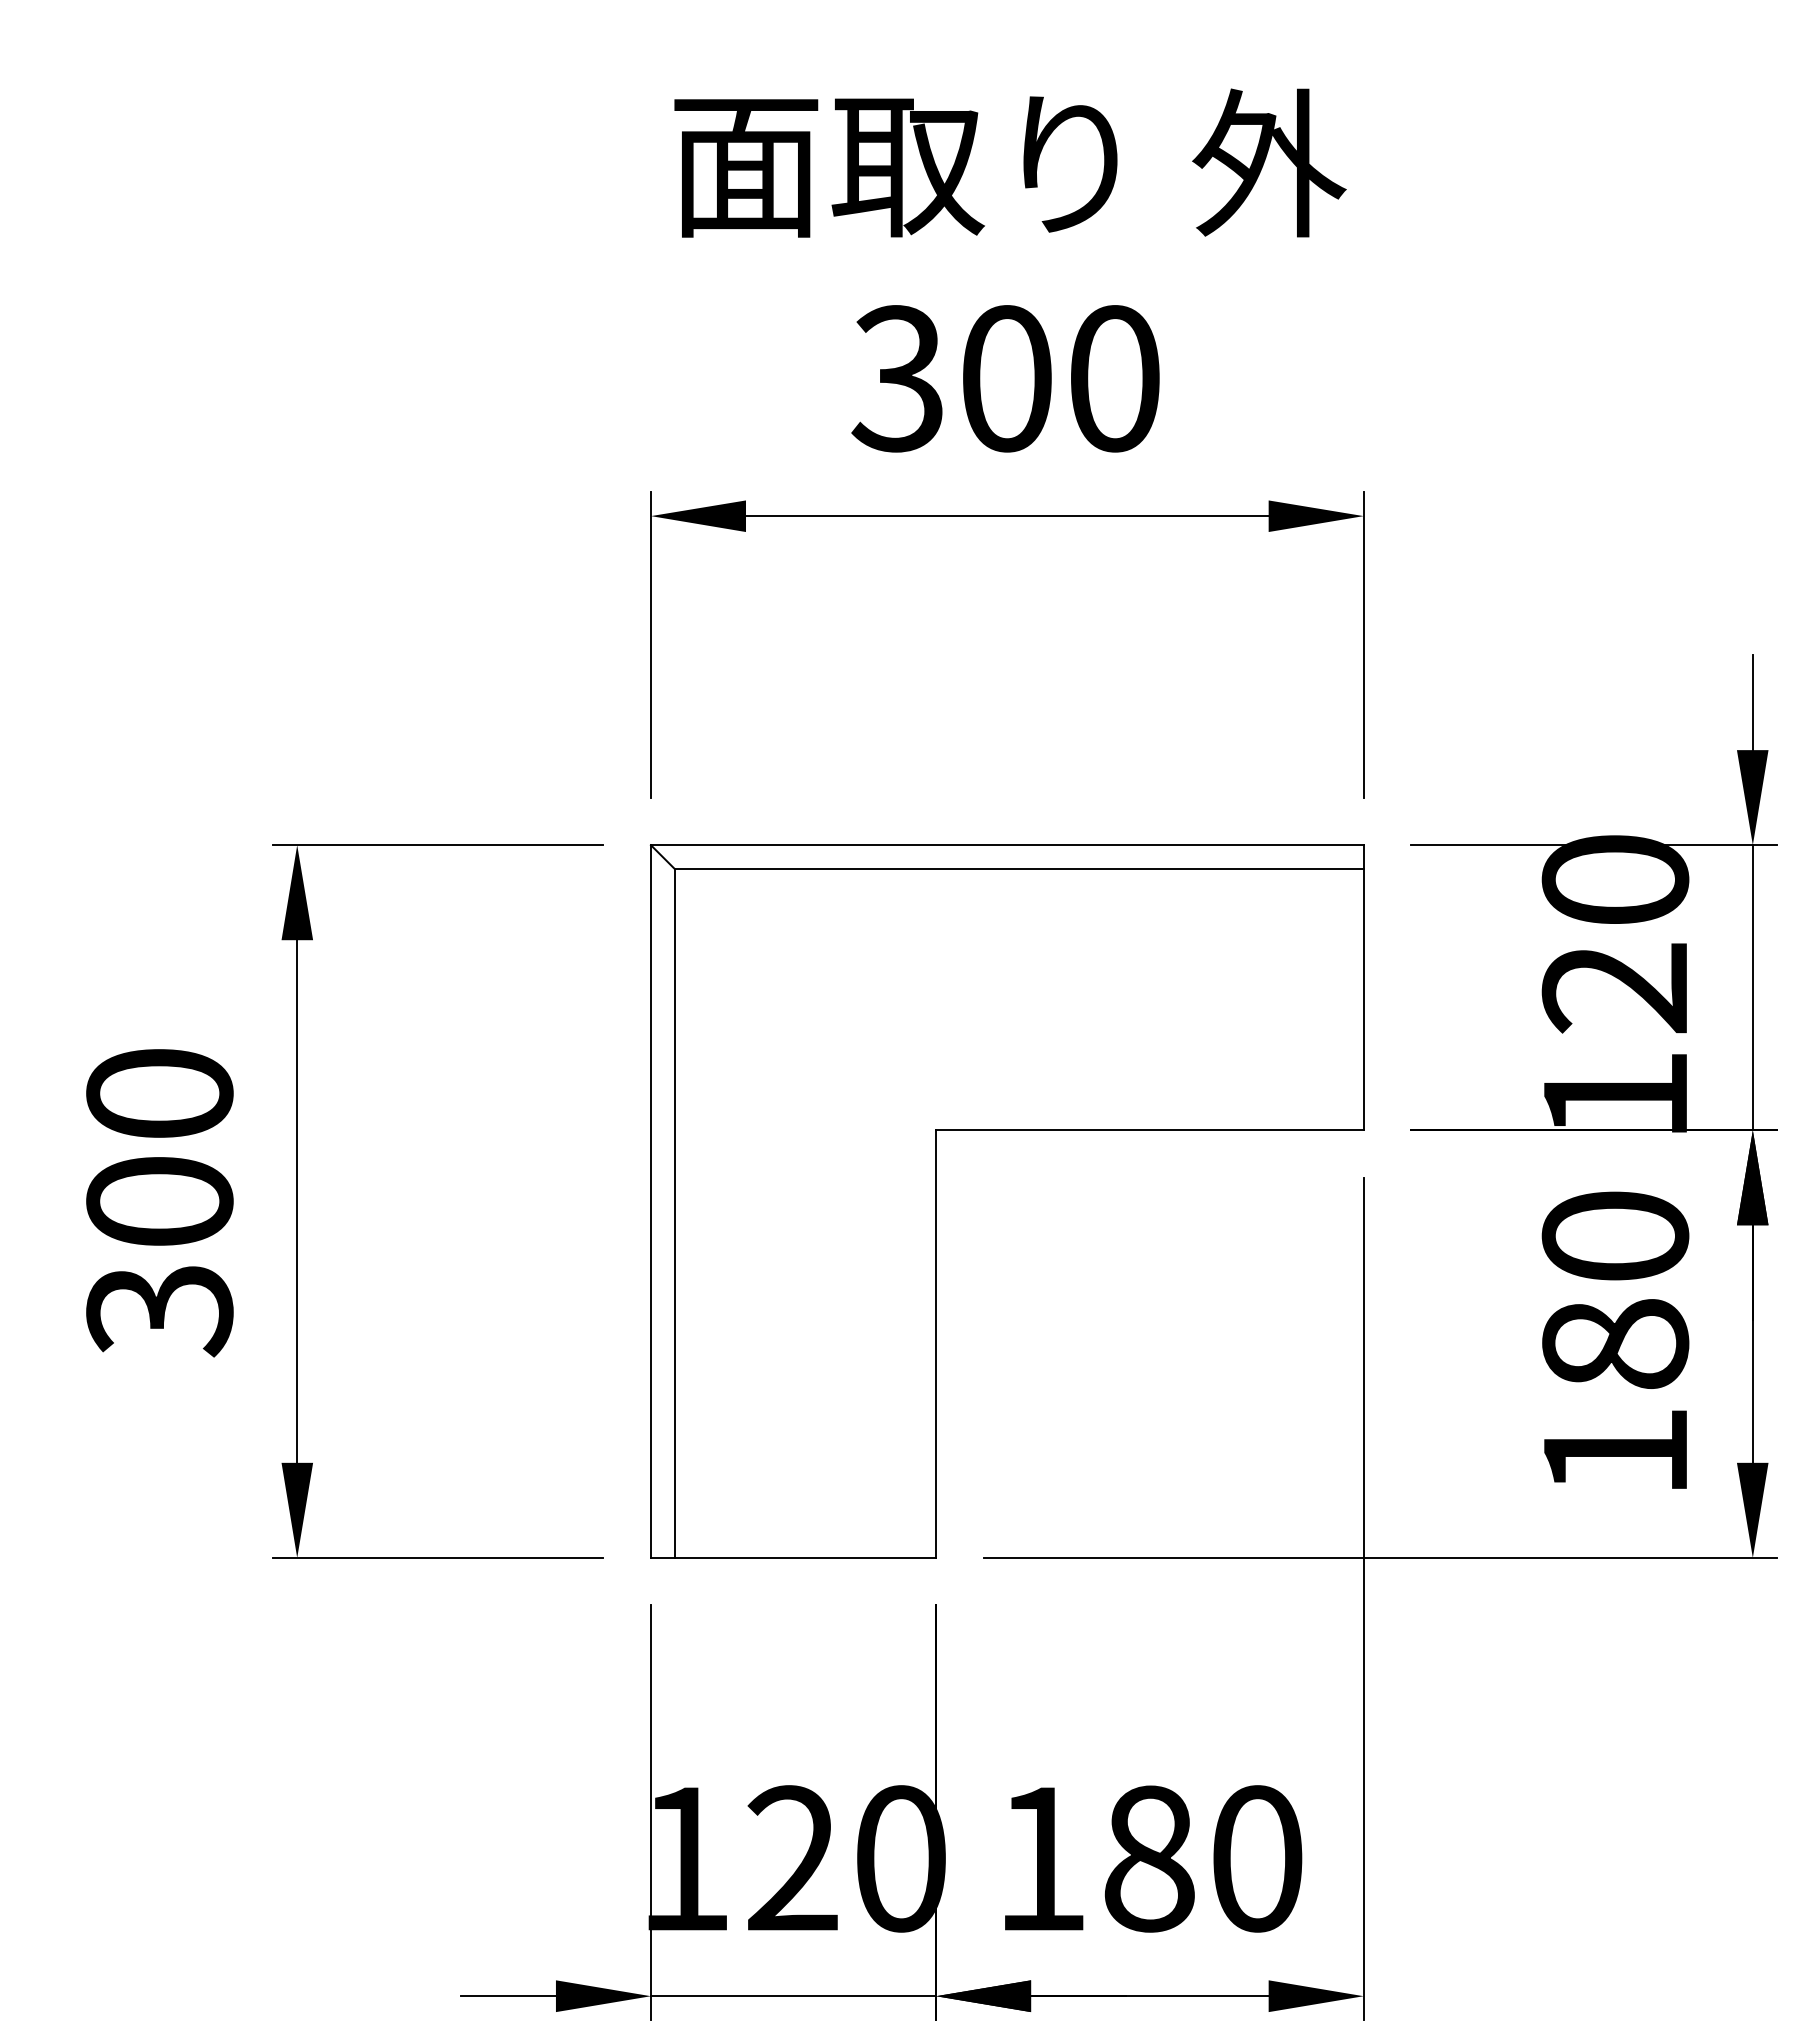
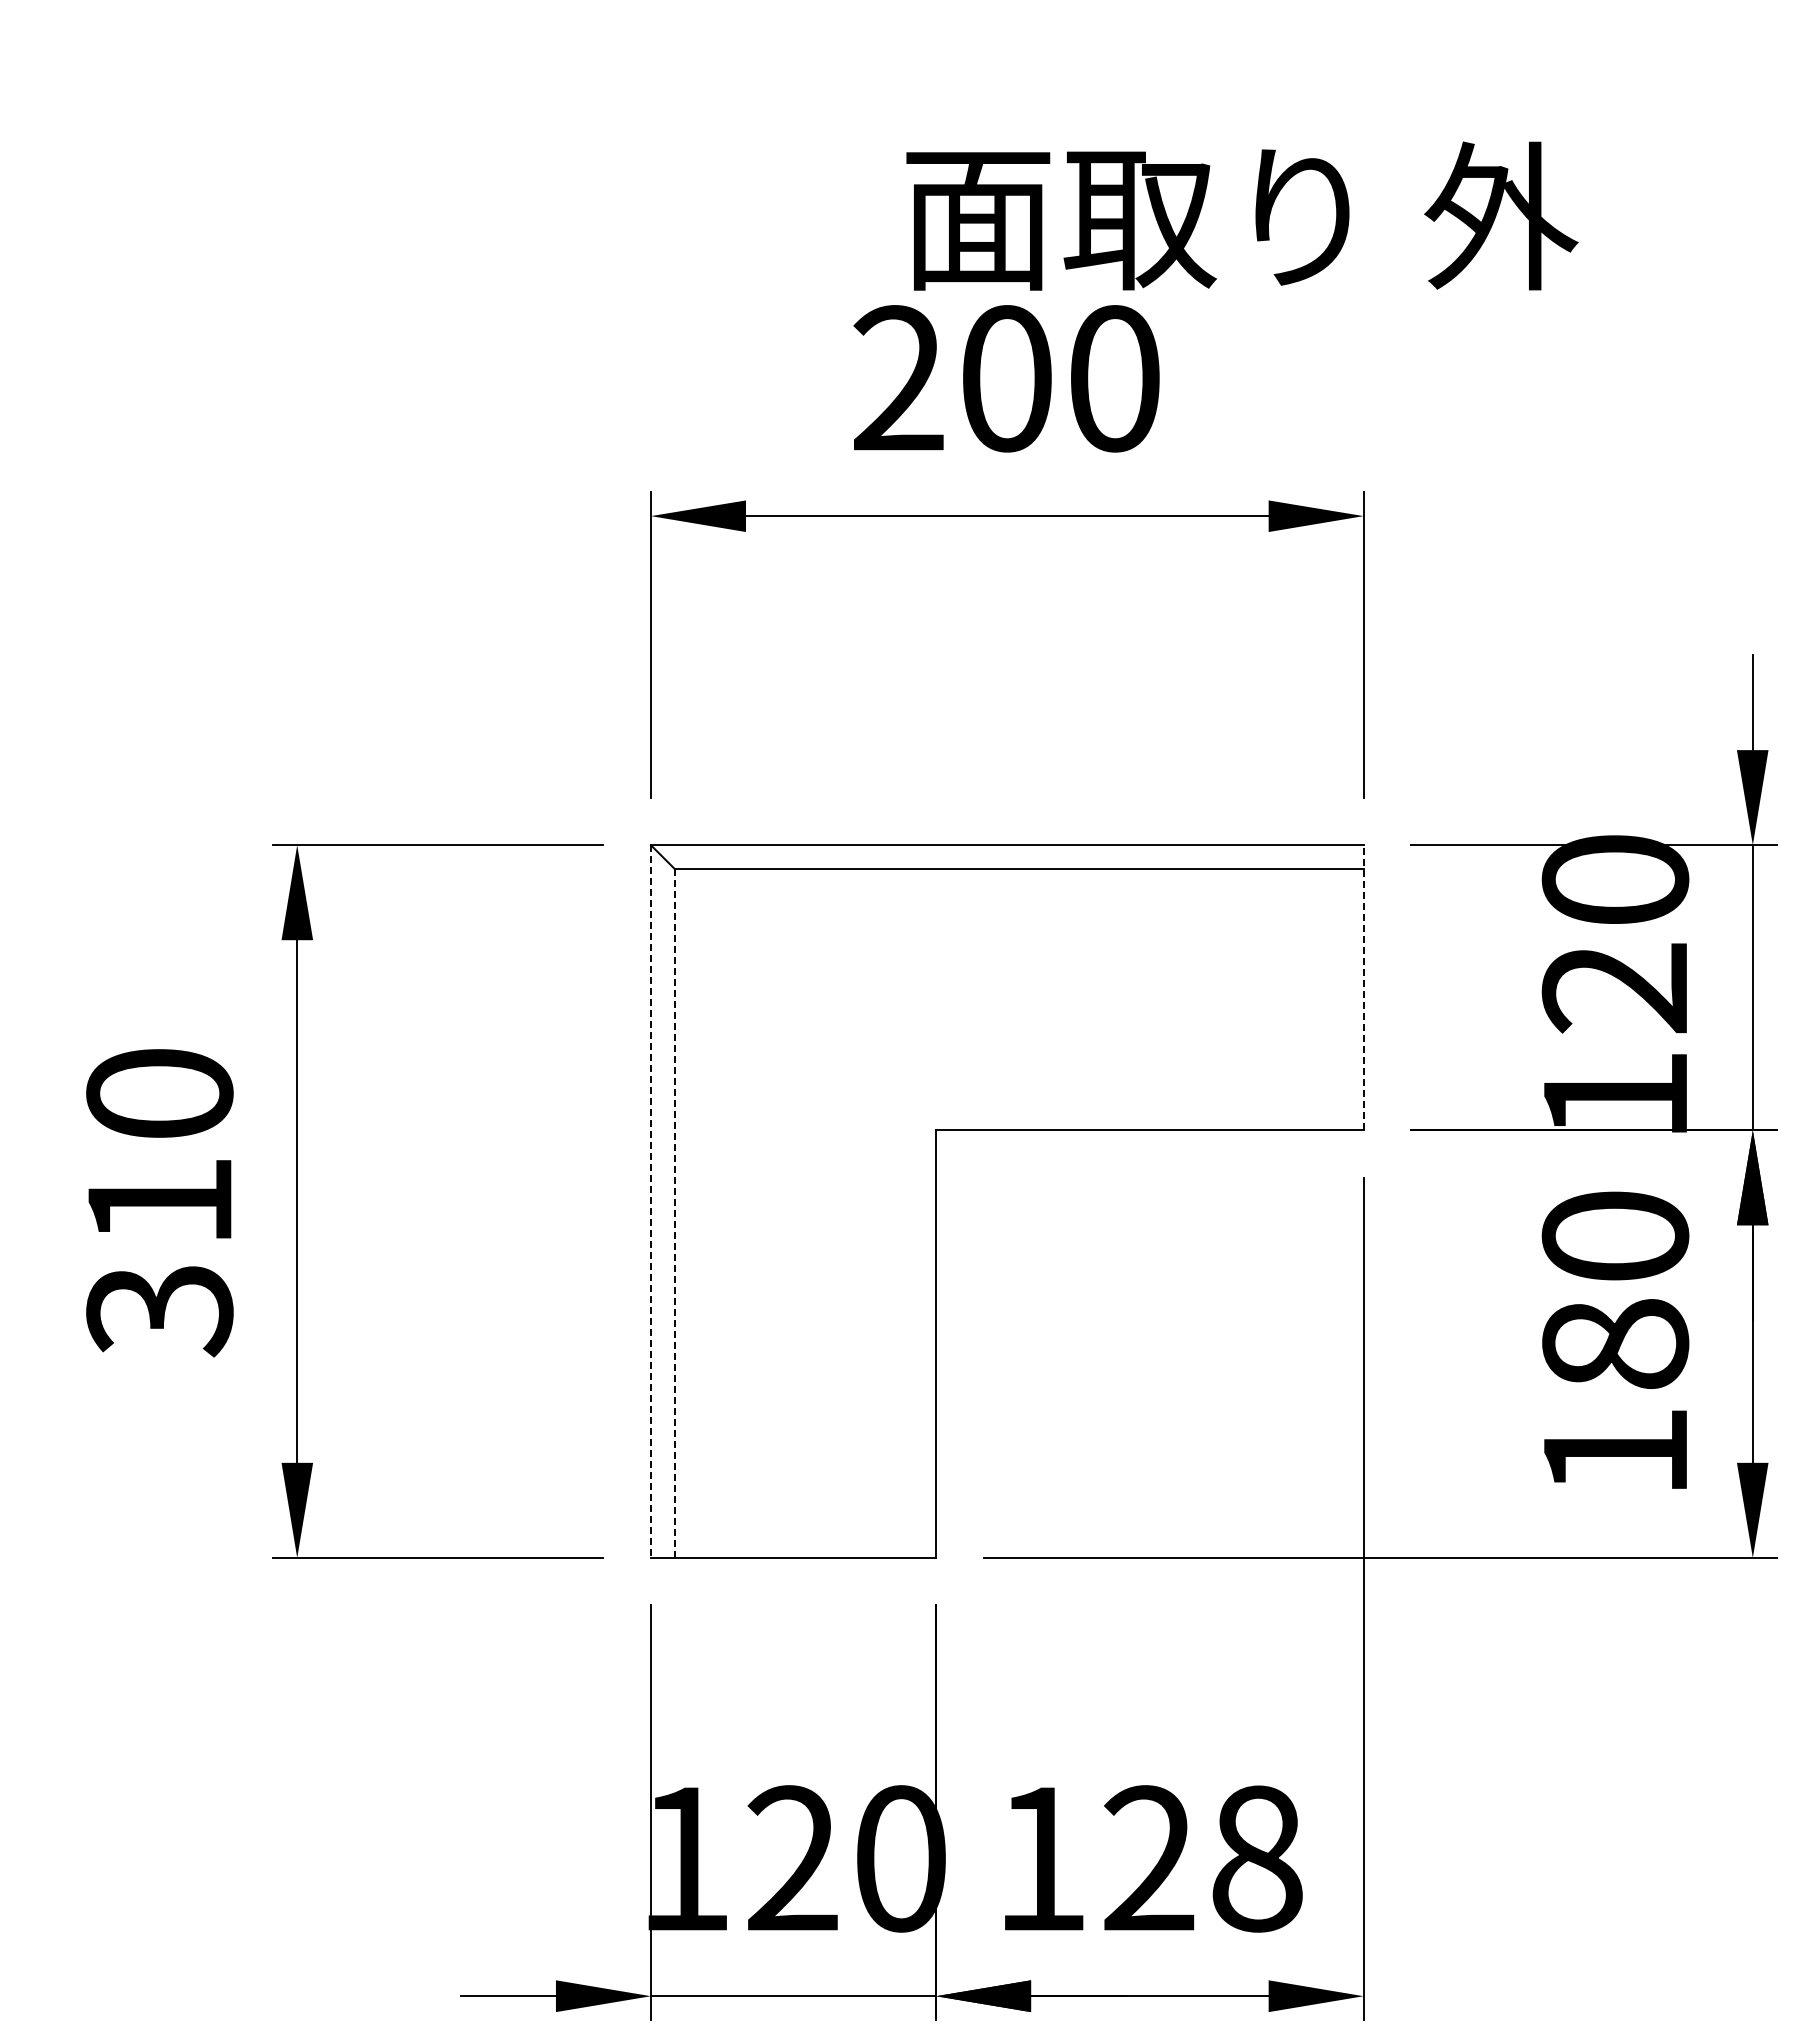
text at (1010, 162) position: (1010, 162) -> (1242, 215)
text at (897, 378): 300 -> 200
line at (1363, 987): solid -> dashed
text at (159, 1201): 300 -> 310
line at (650, 1202): solid -> dashed
line at (674, 1213): solid -> dashed
text at (1203, 1858): 180 -> 128
